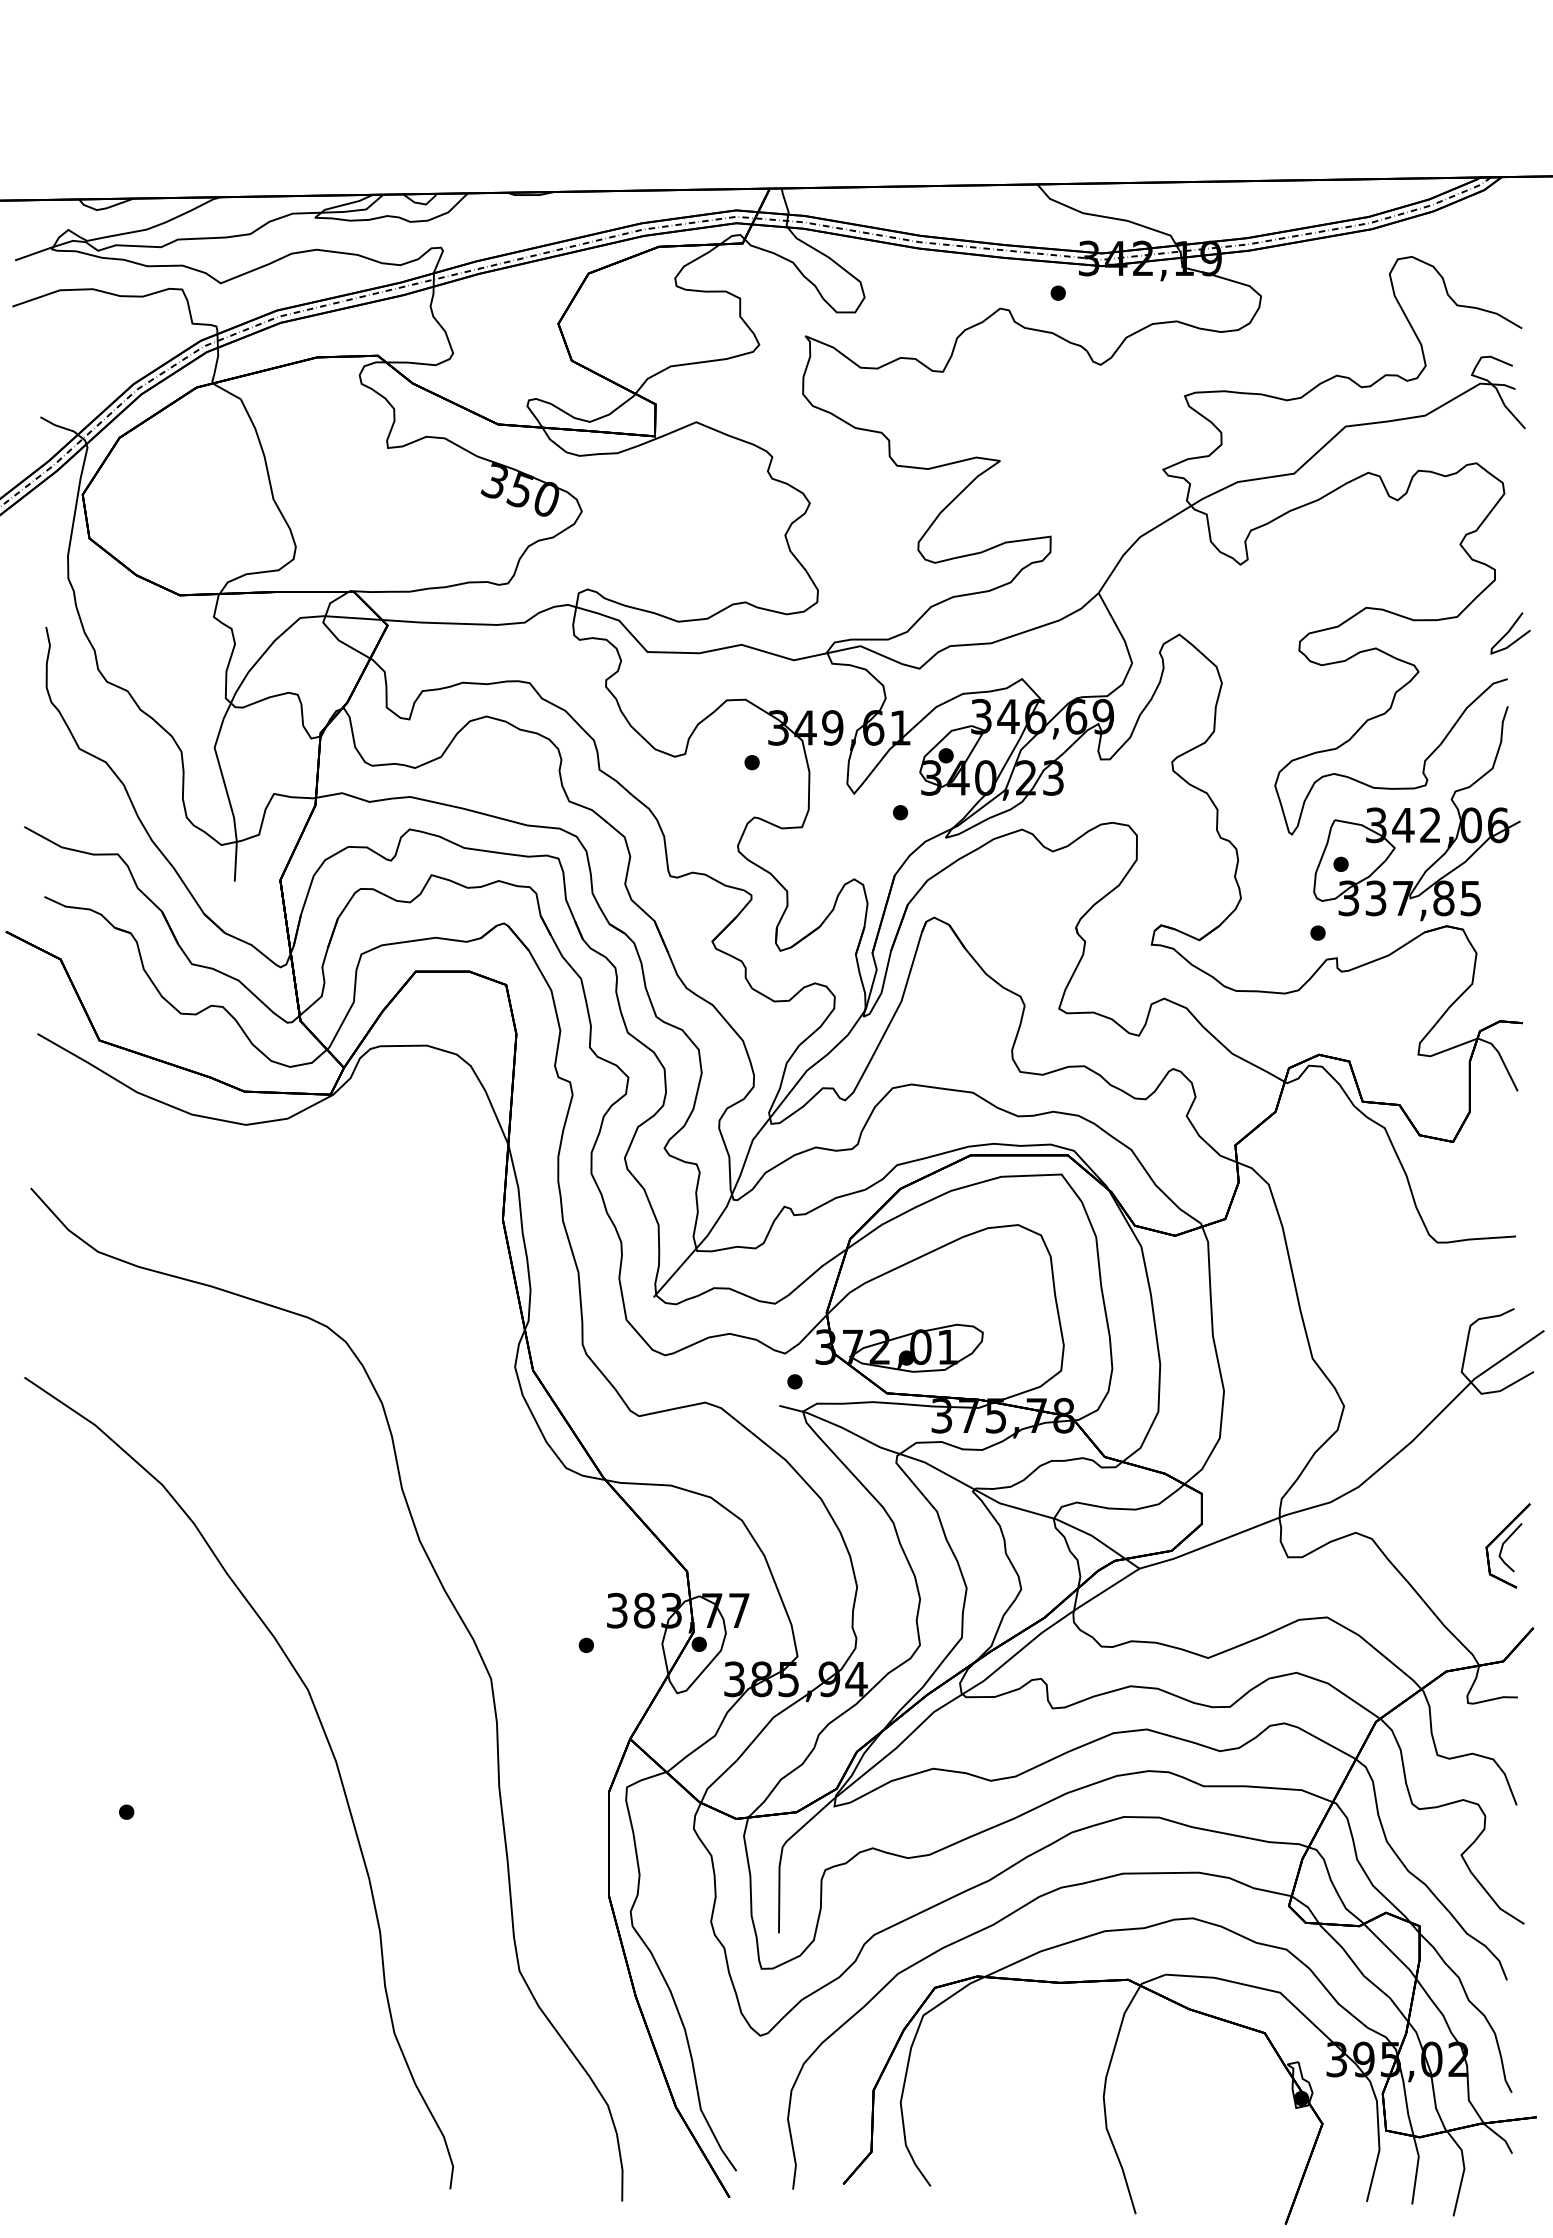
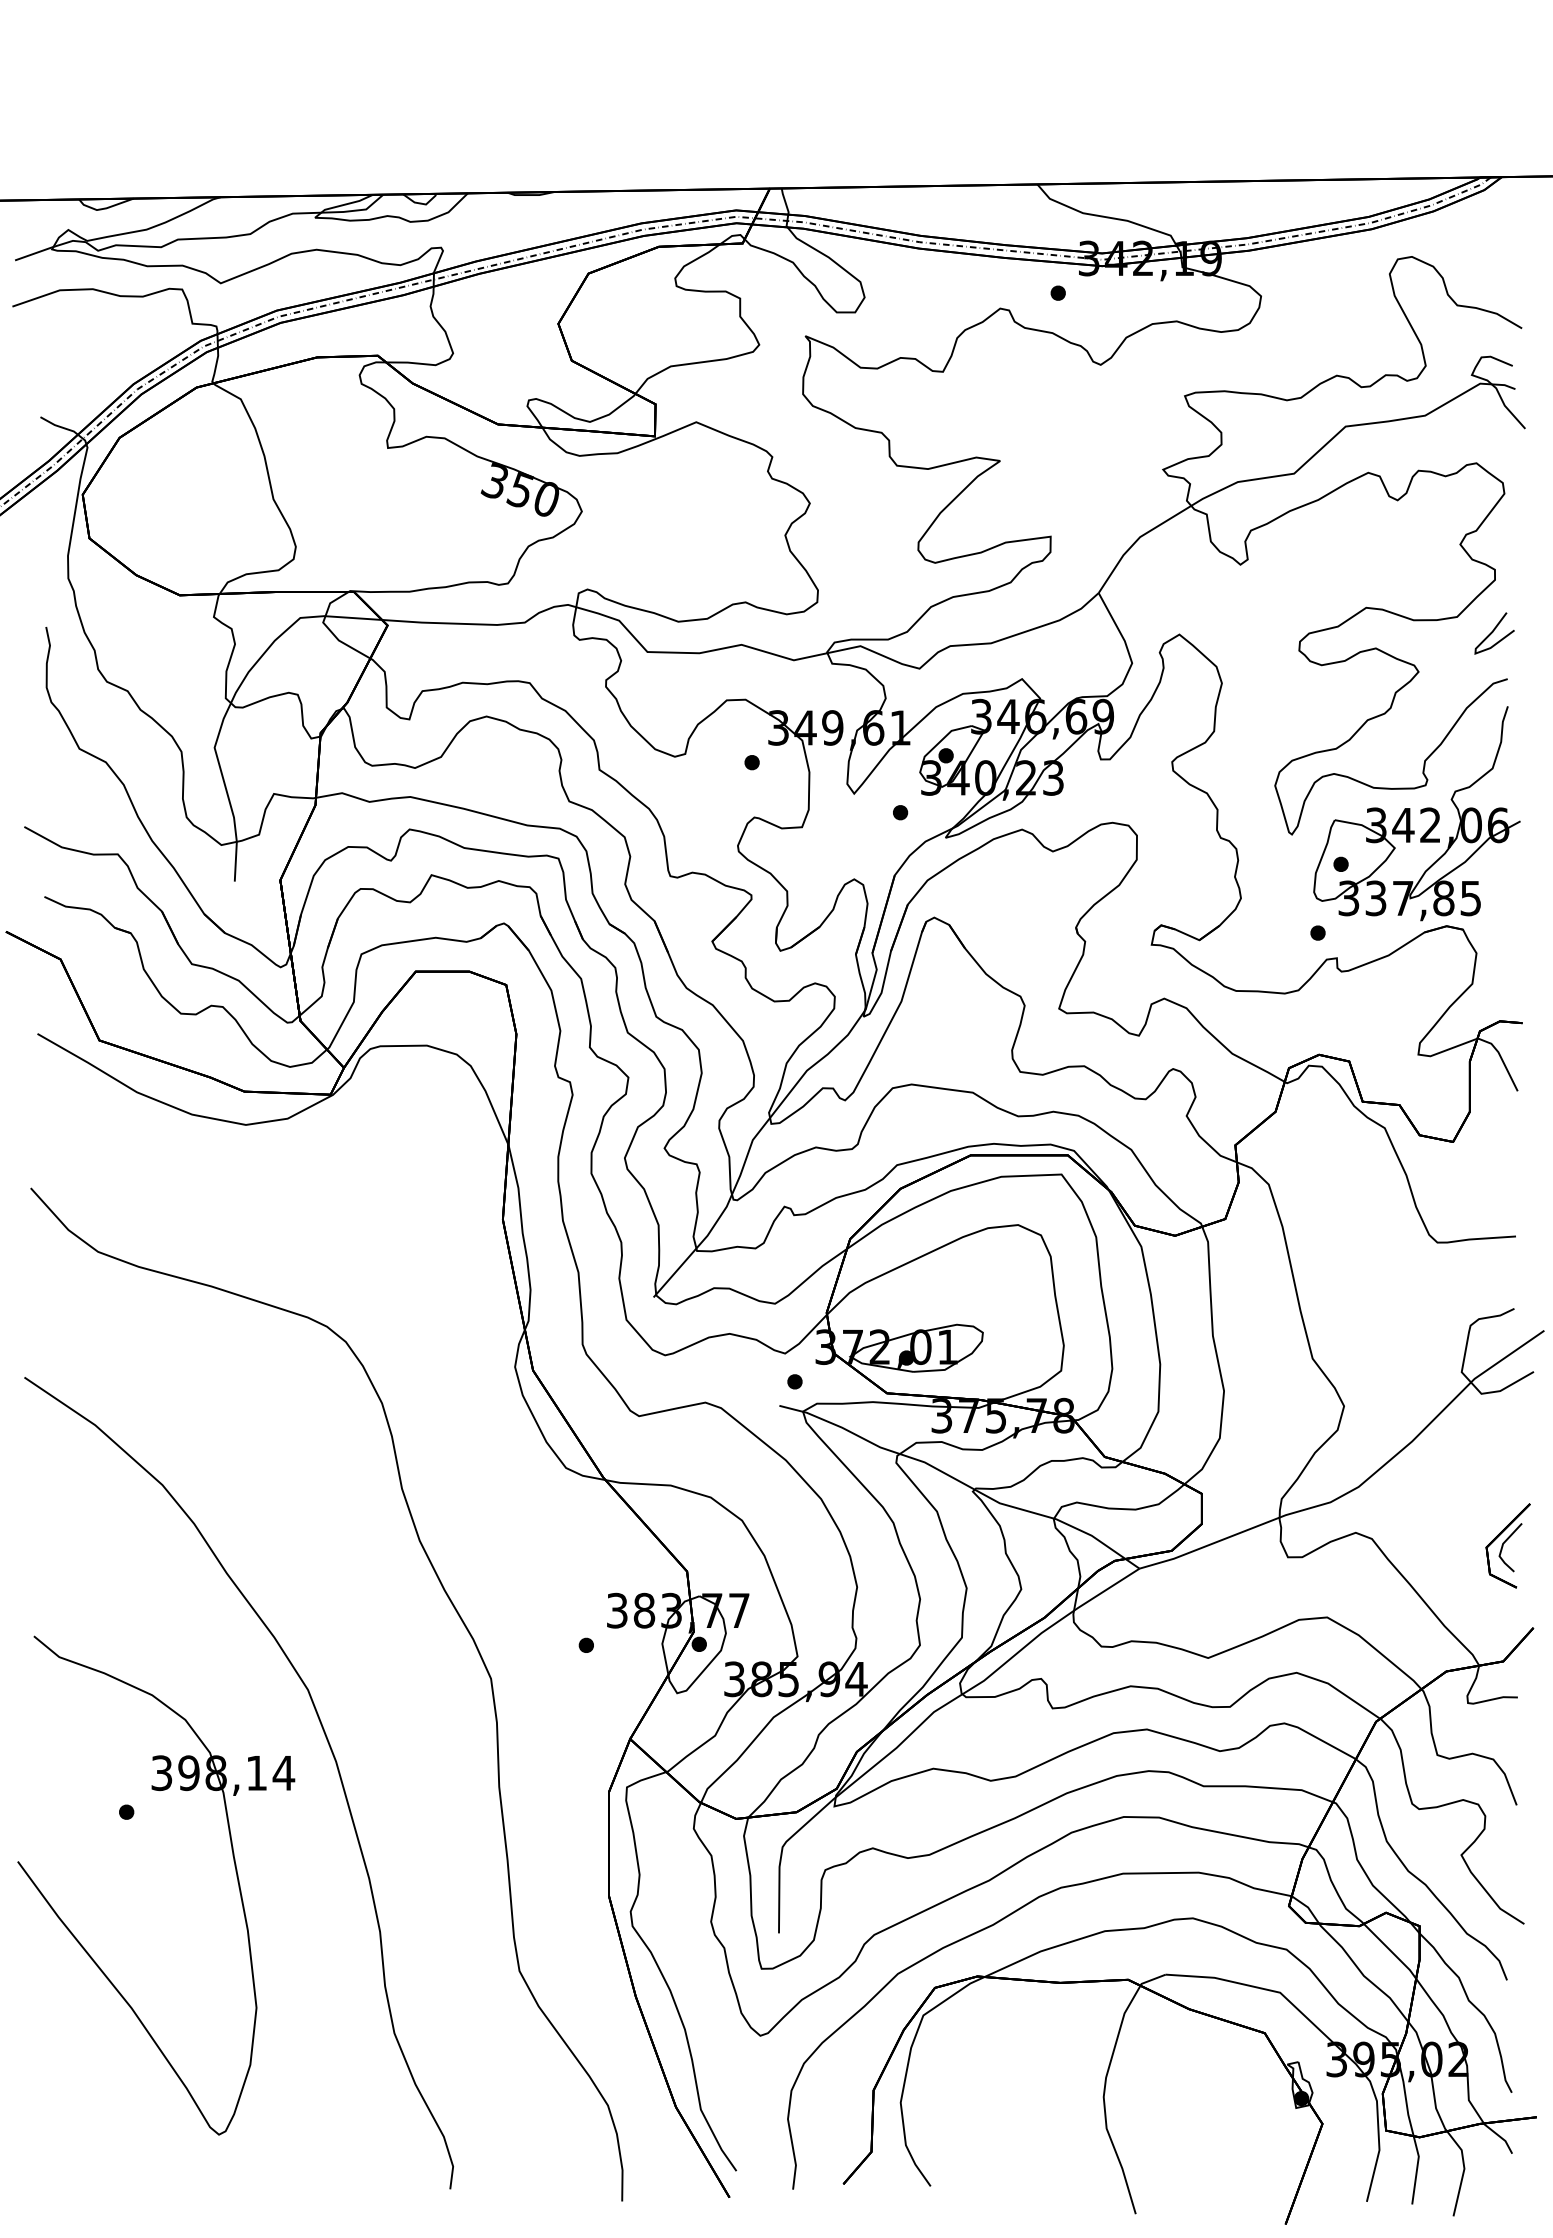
curve at (1509, 632) position: (1509, 632) -> (1493, 632)
part at (235, 1872): none -> present
